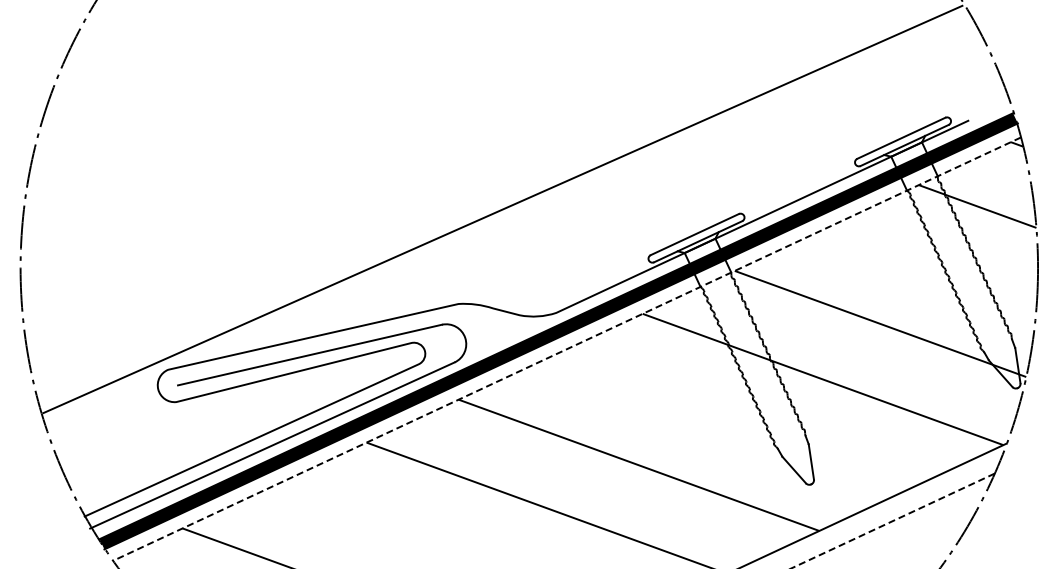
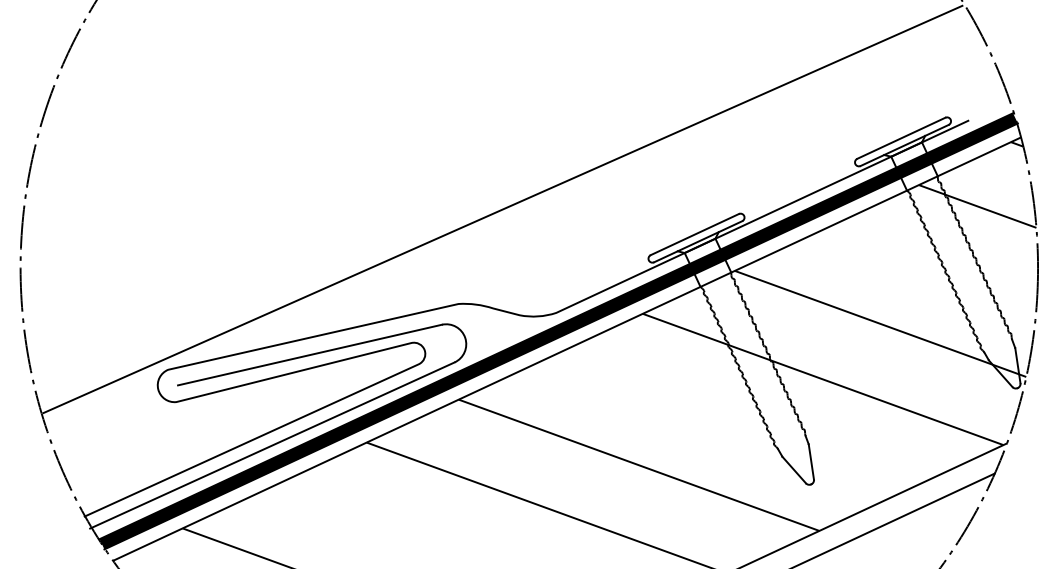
line at (567, 349): dashed -> solid
line at (892, 521): dashed -> solid
